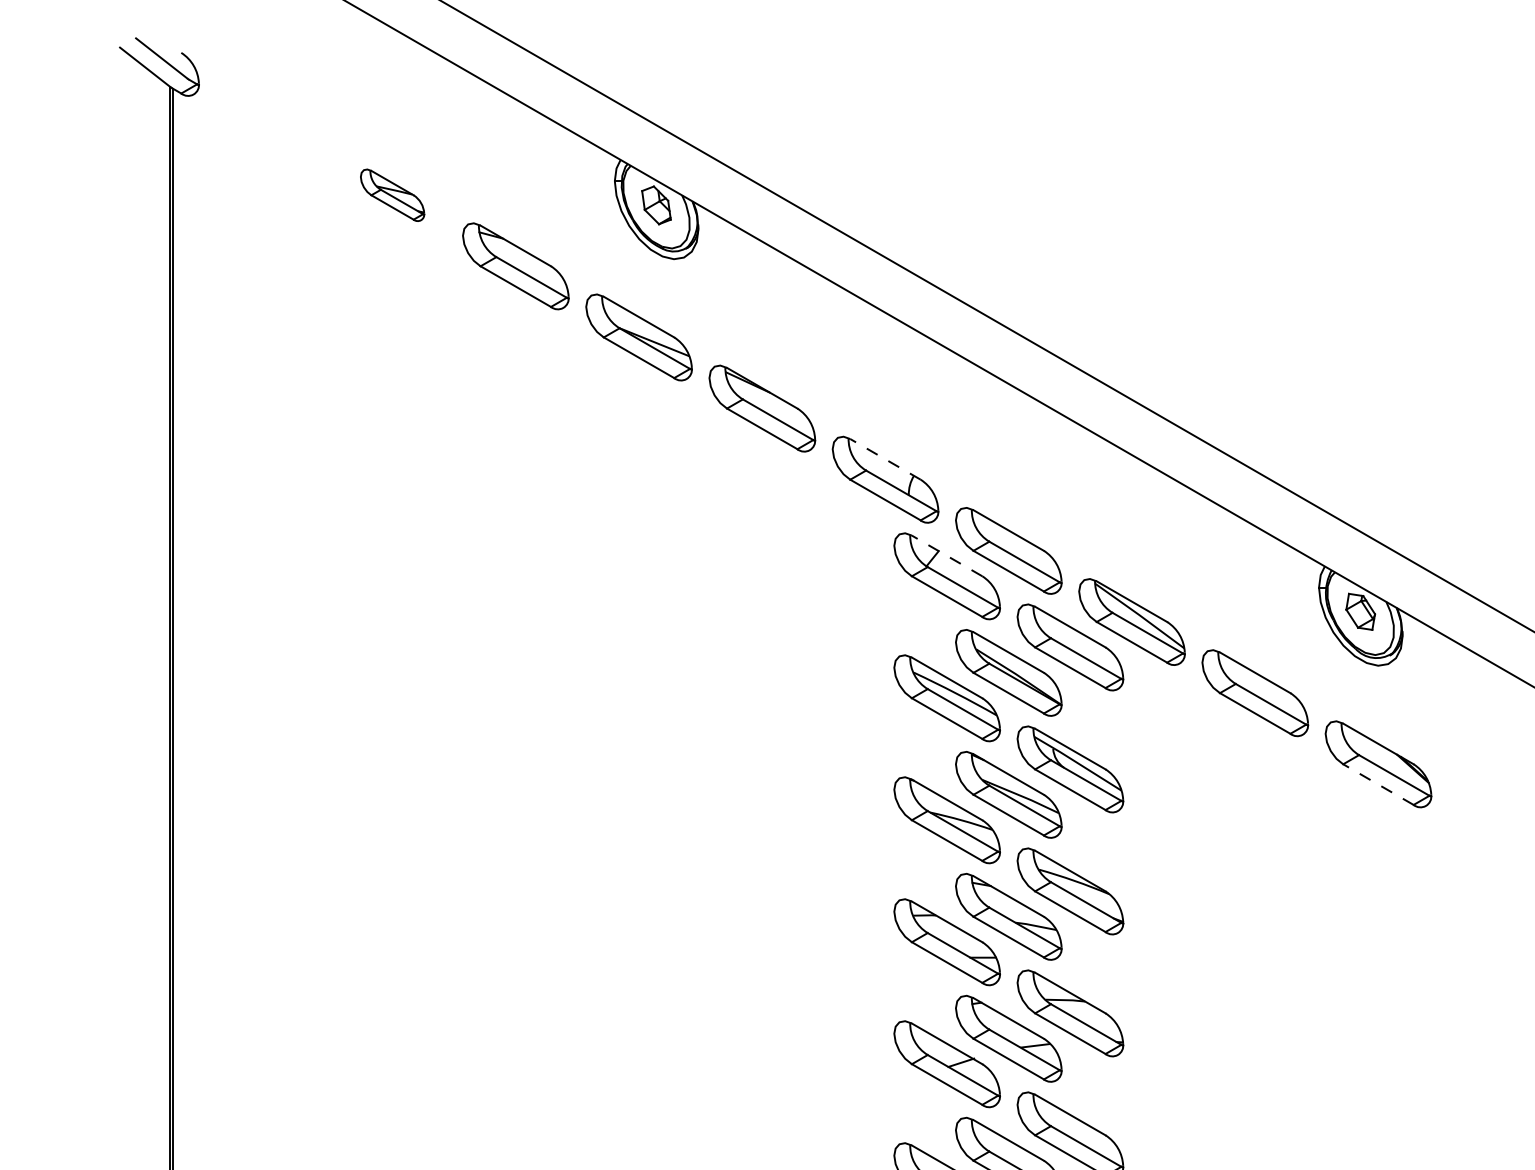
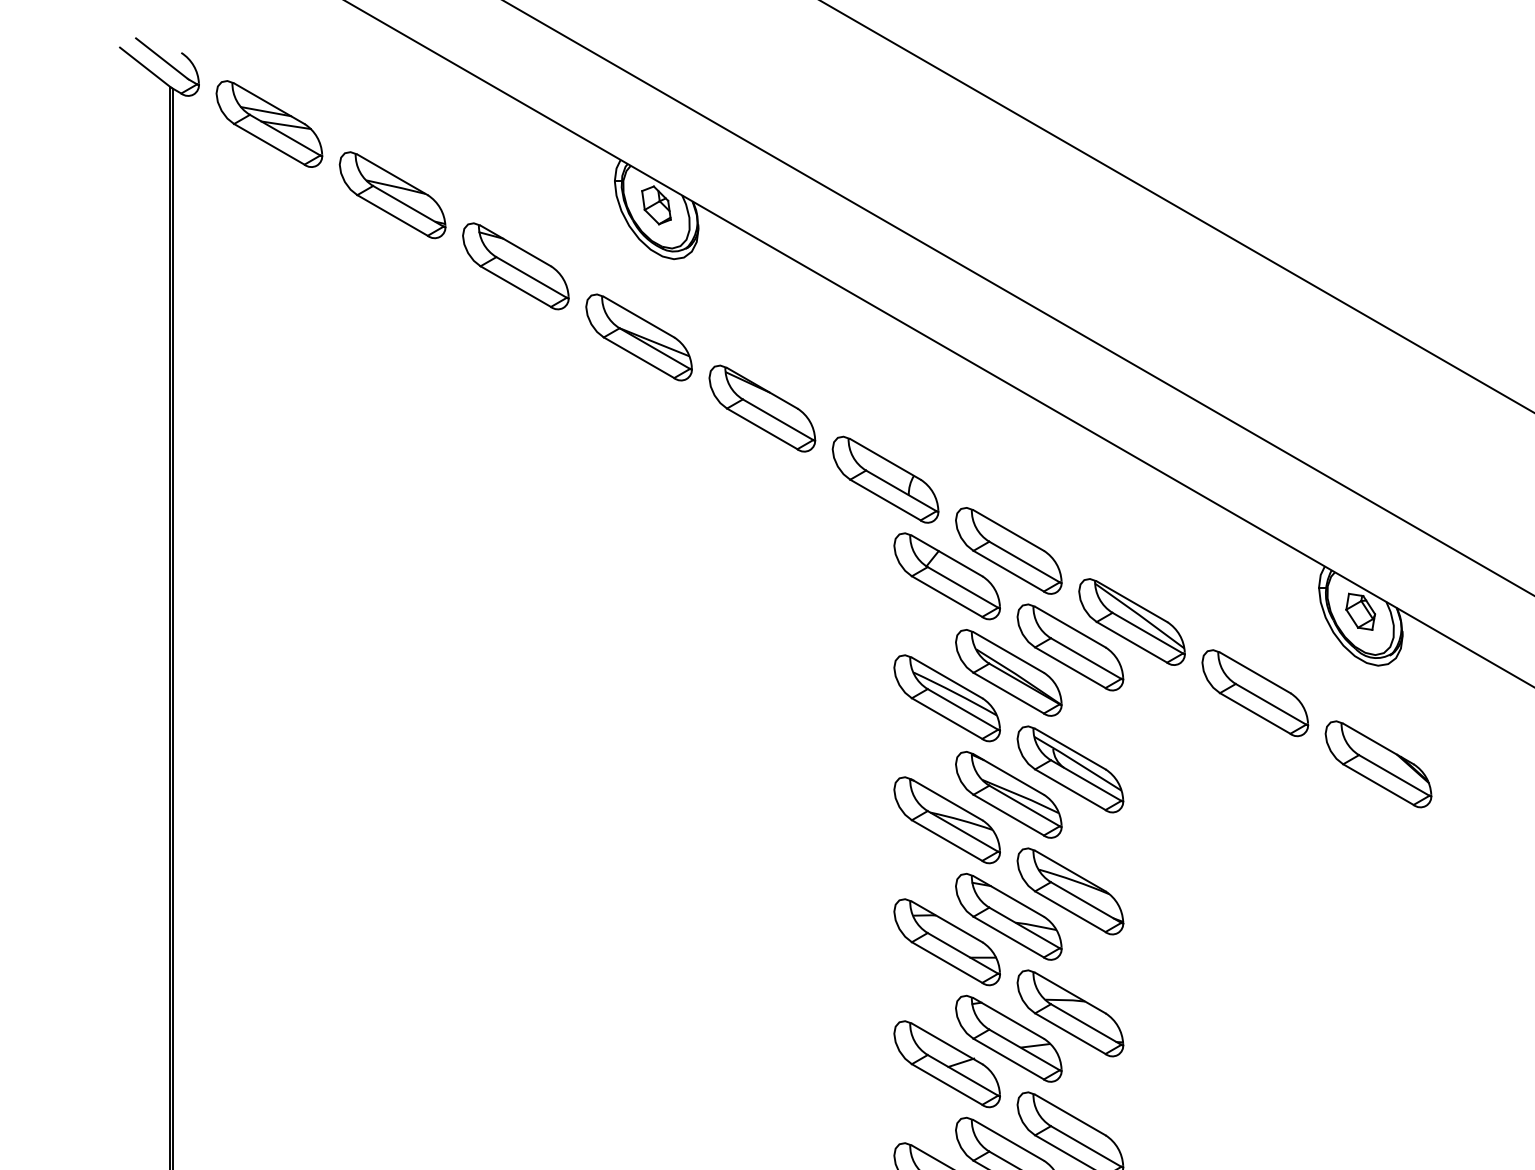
part at (269, 123): none -> present
part at (392, 194) size: 66x54 px -> 109x89 px
line at (1176, 206): none -> present
line at (987, 316) position: (987, 316) -> (1018, 298)
line at (885, 459): dashed -> solid
line at (947, 555): dashed -> solid
line at (1378, 784): dashed -> solid
